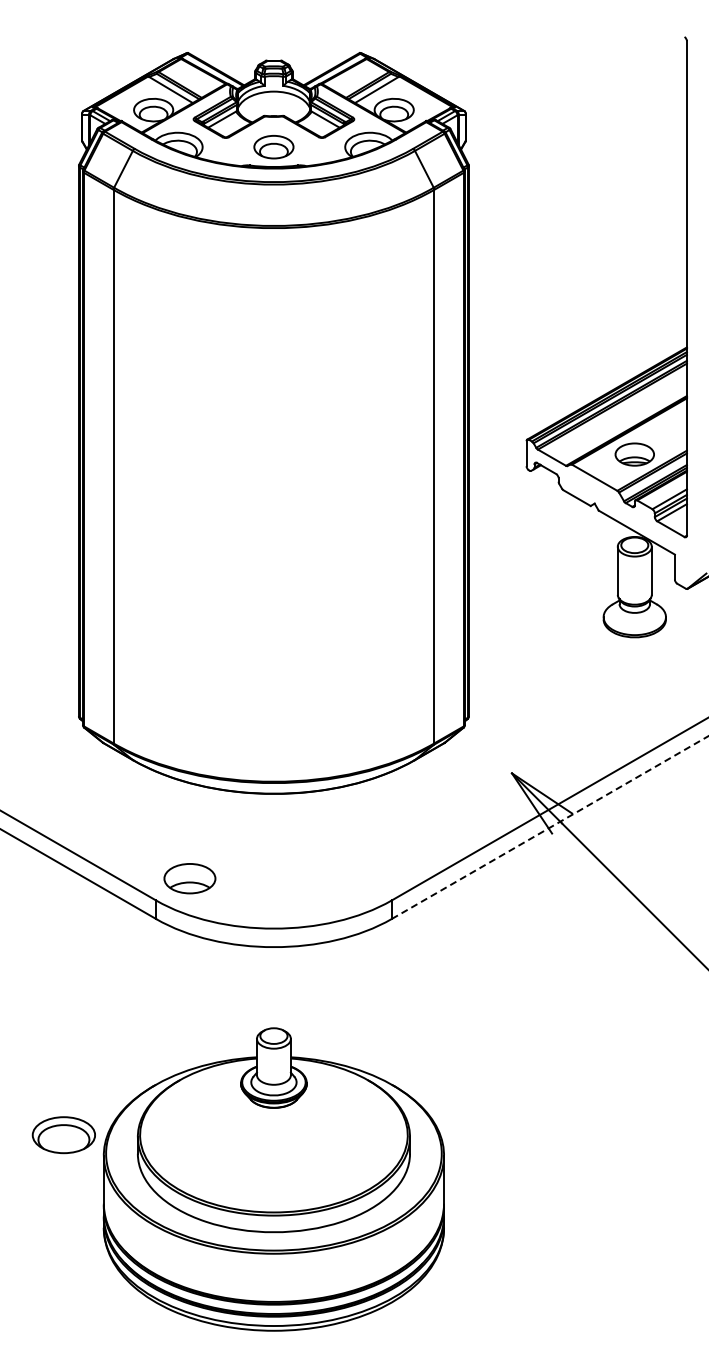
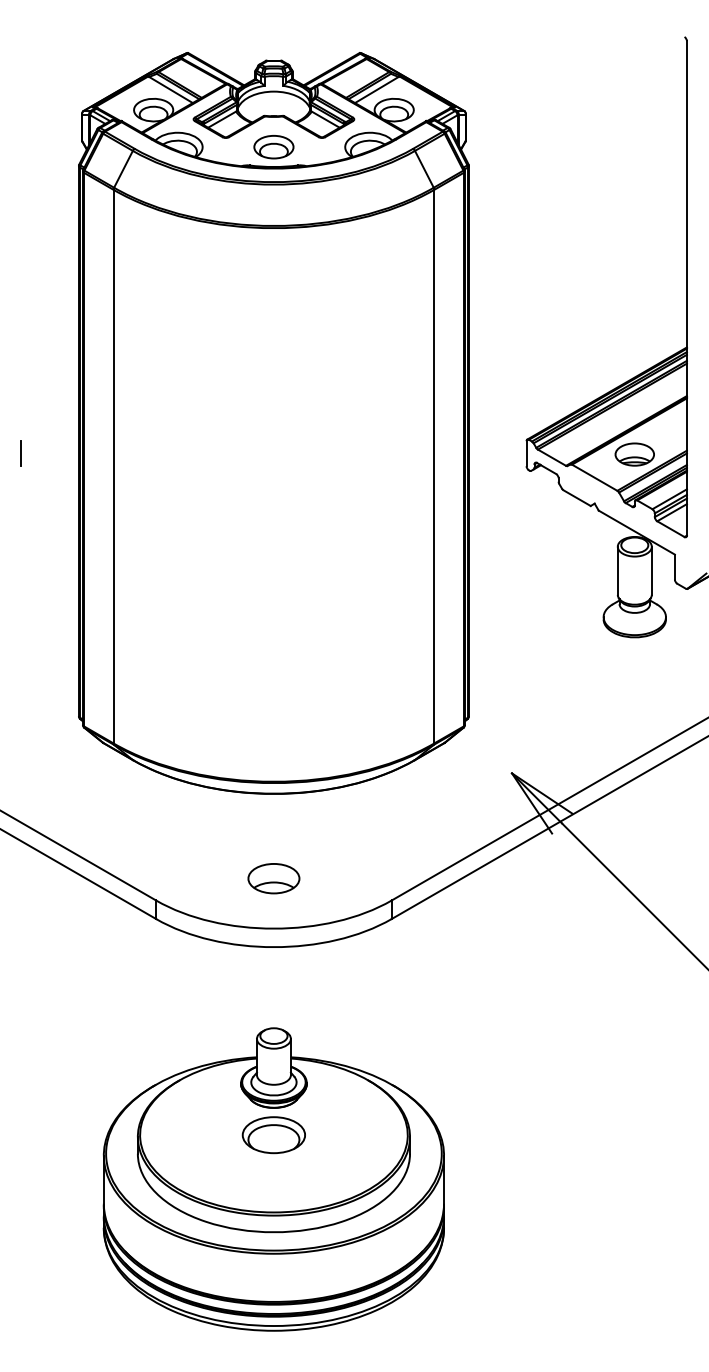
line at (21, 453): none -> present
line at (550, 827): dashed -> solid
part at (189, 878) position: (189, 878) -> (273, 878)
part at (63, 1135) position: (63, 1135) -> (273, 1135)
